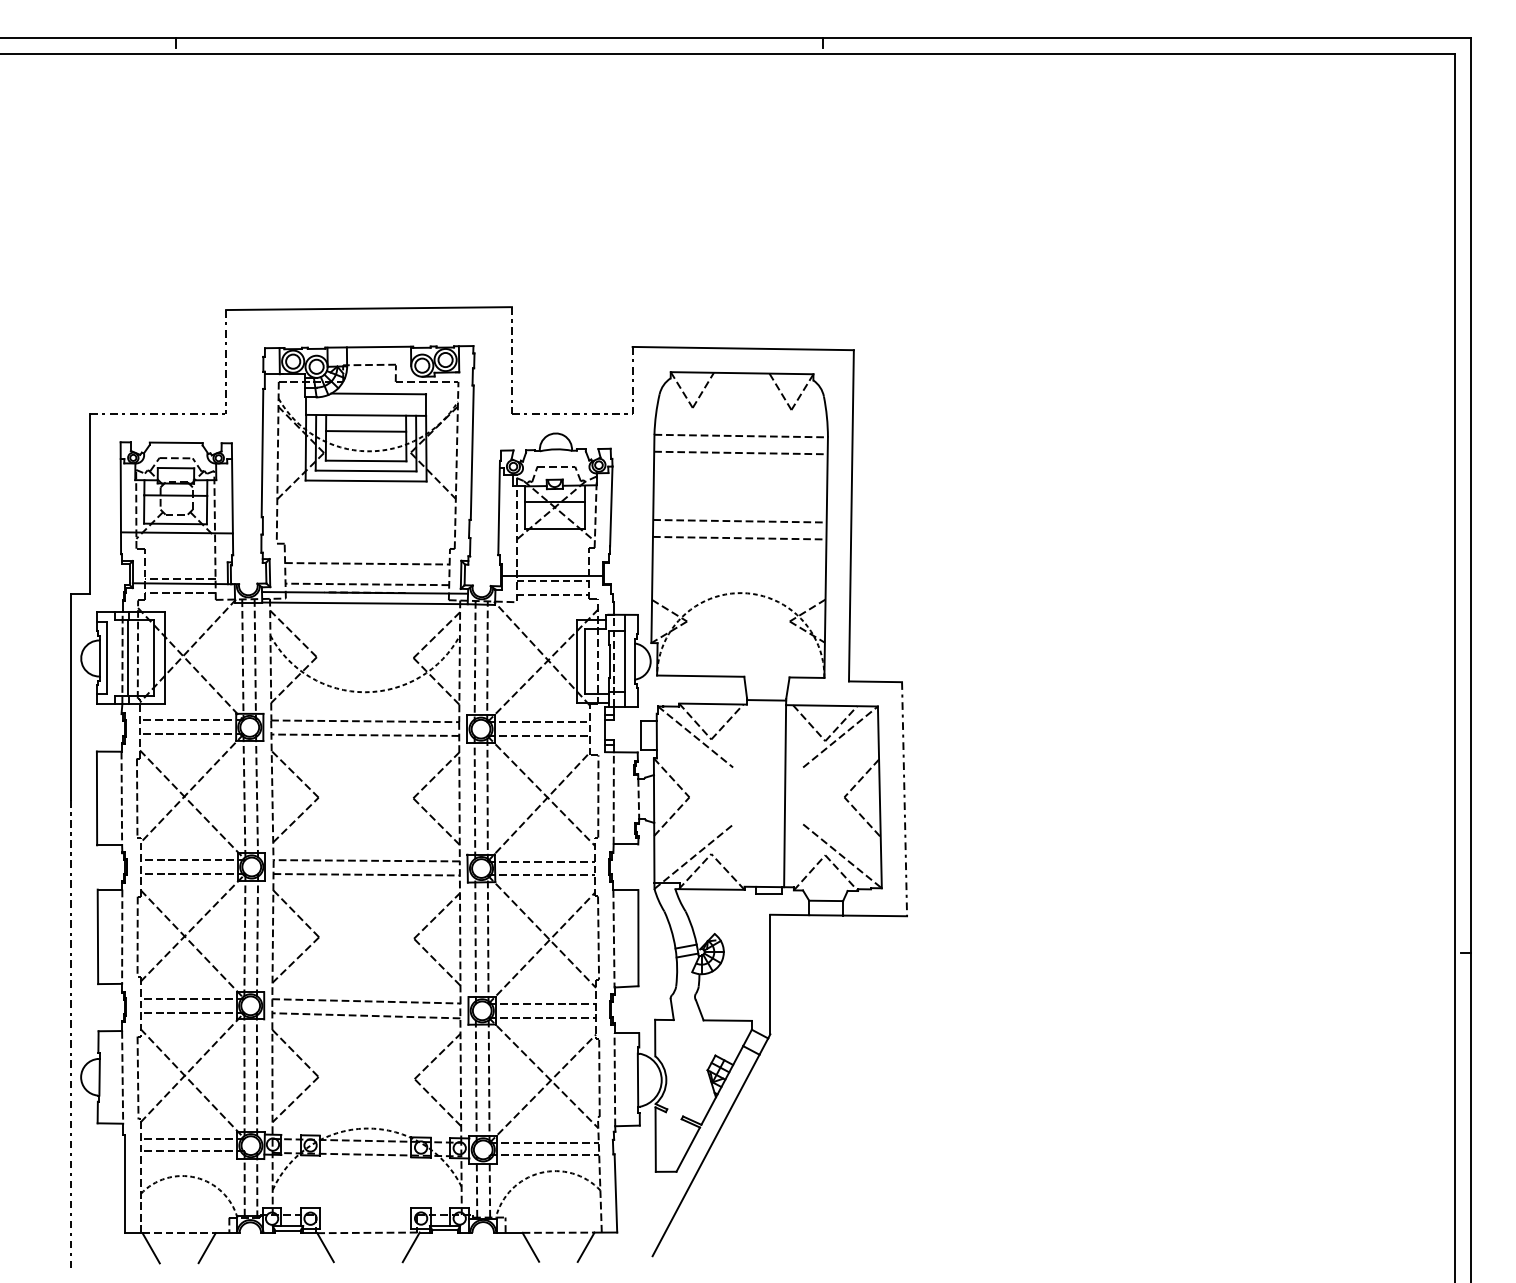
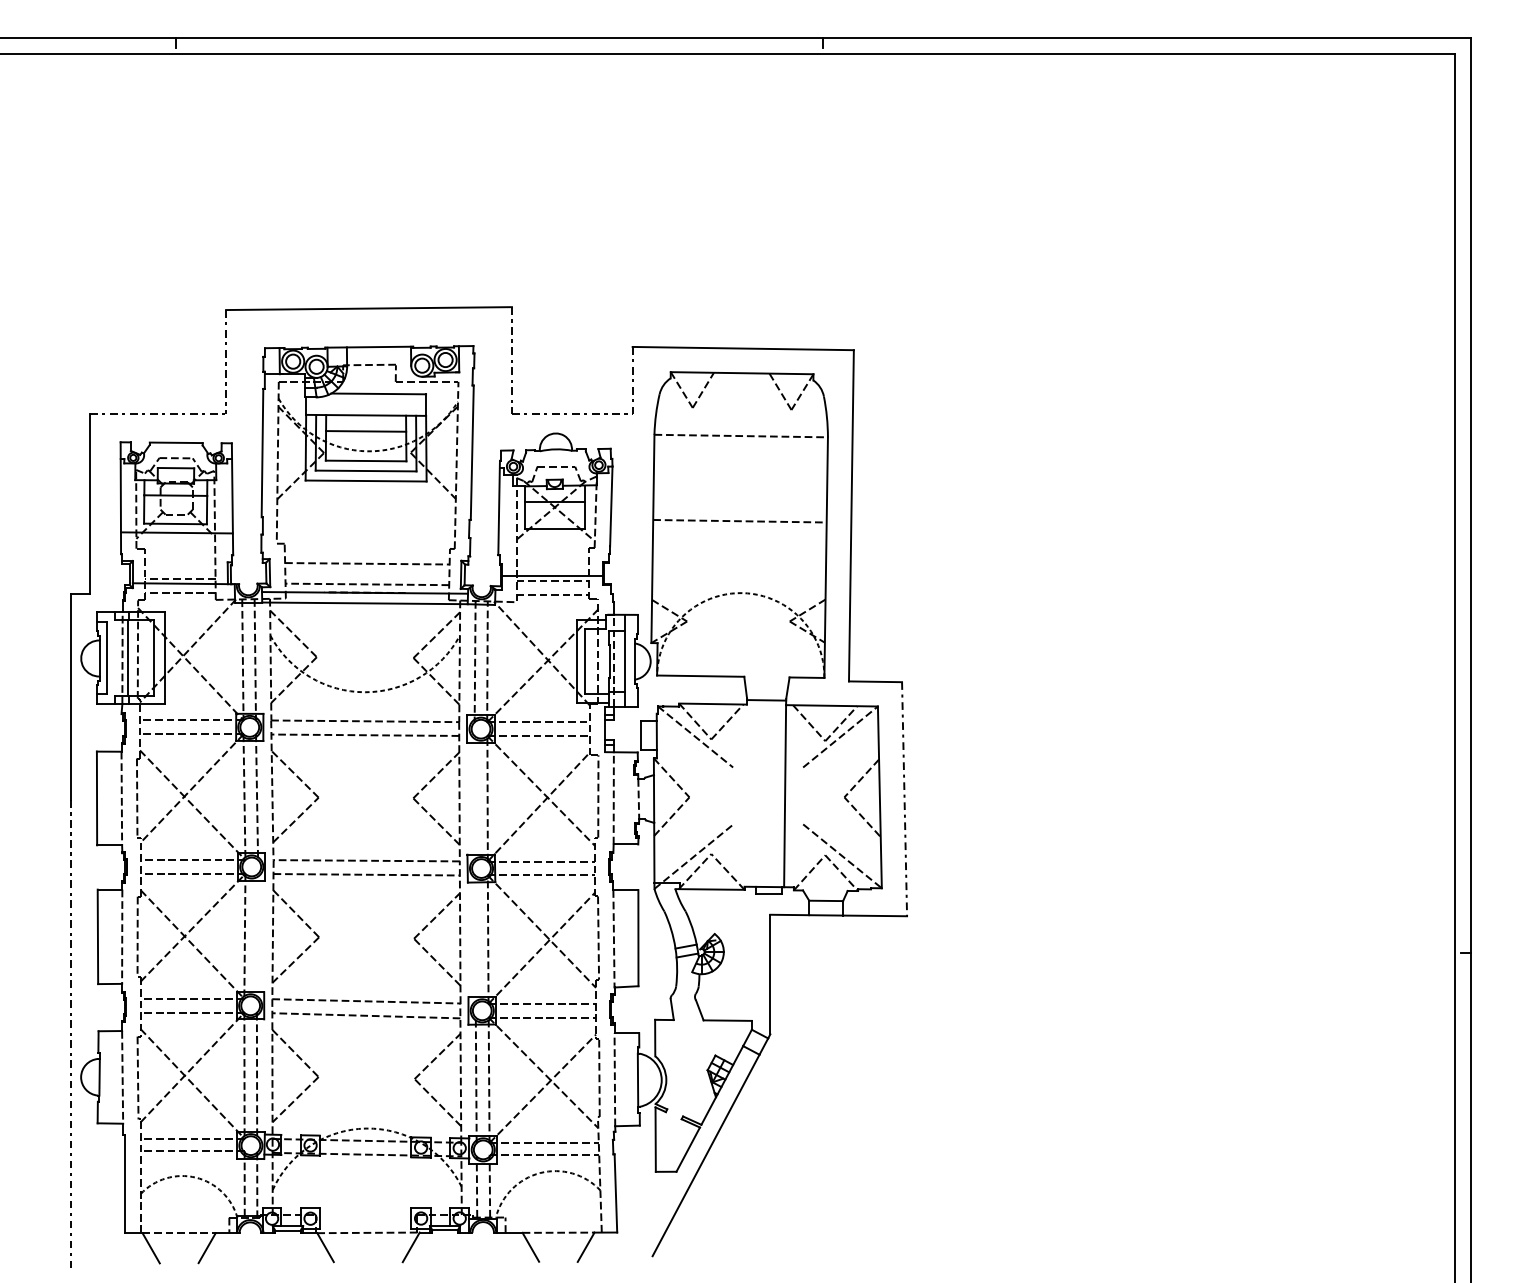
line at (740, 452): present -> none
line at (739, 537): present -> none
line at (474, 798): present -> none
line at (257, 935): present -> none
line at (475, 939): present -> none
